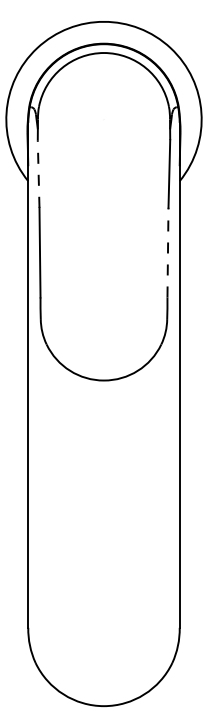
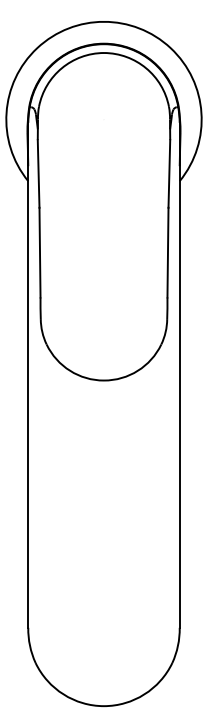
line at (38, 173): dashed -> solid
line at (167, 252): dashed -> solid
